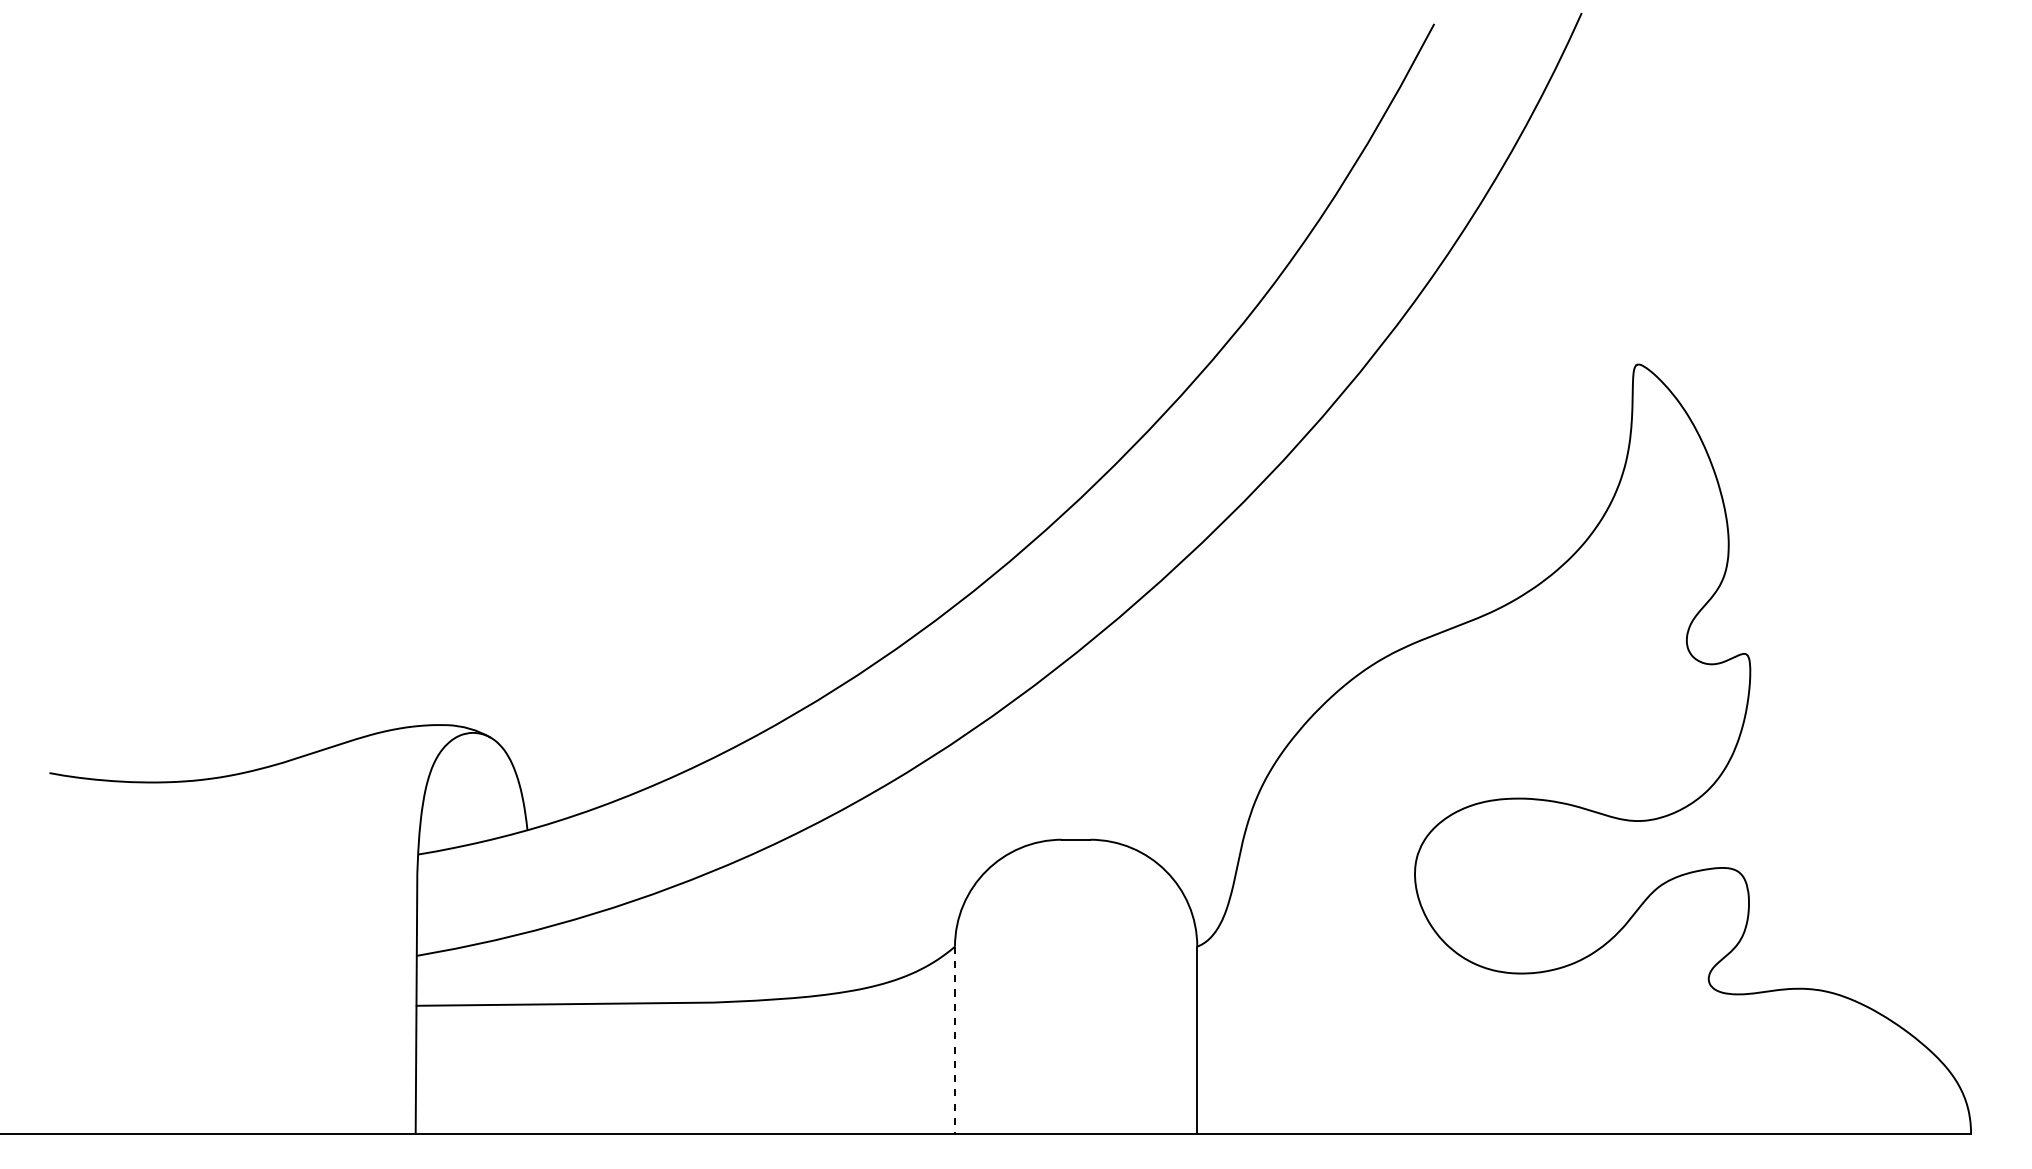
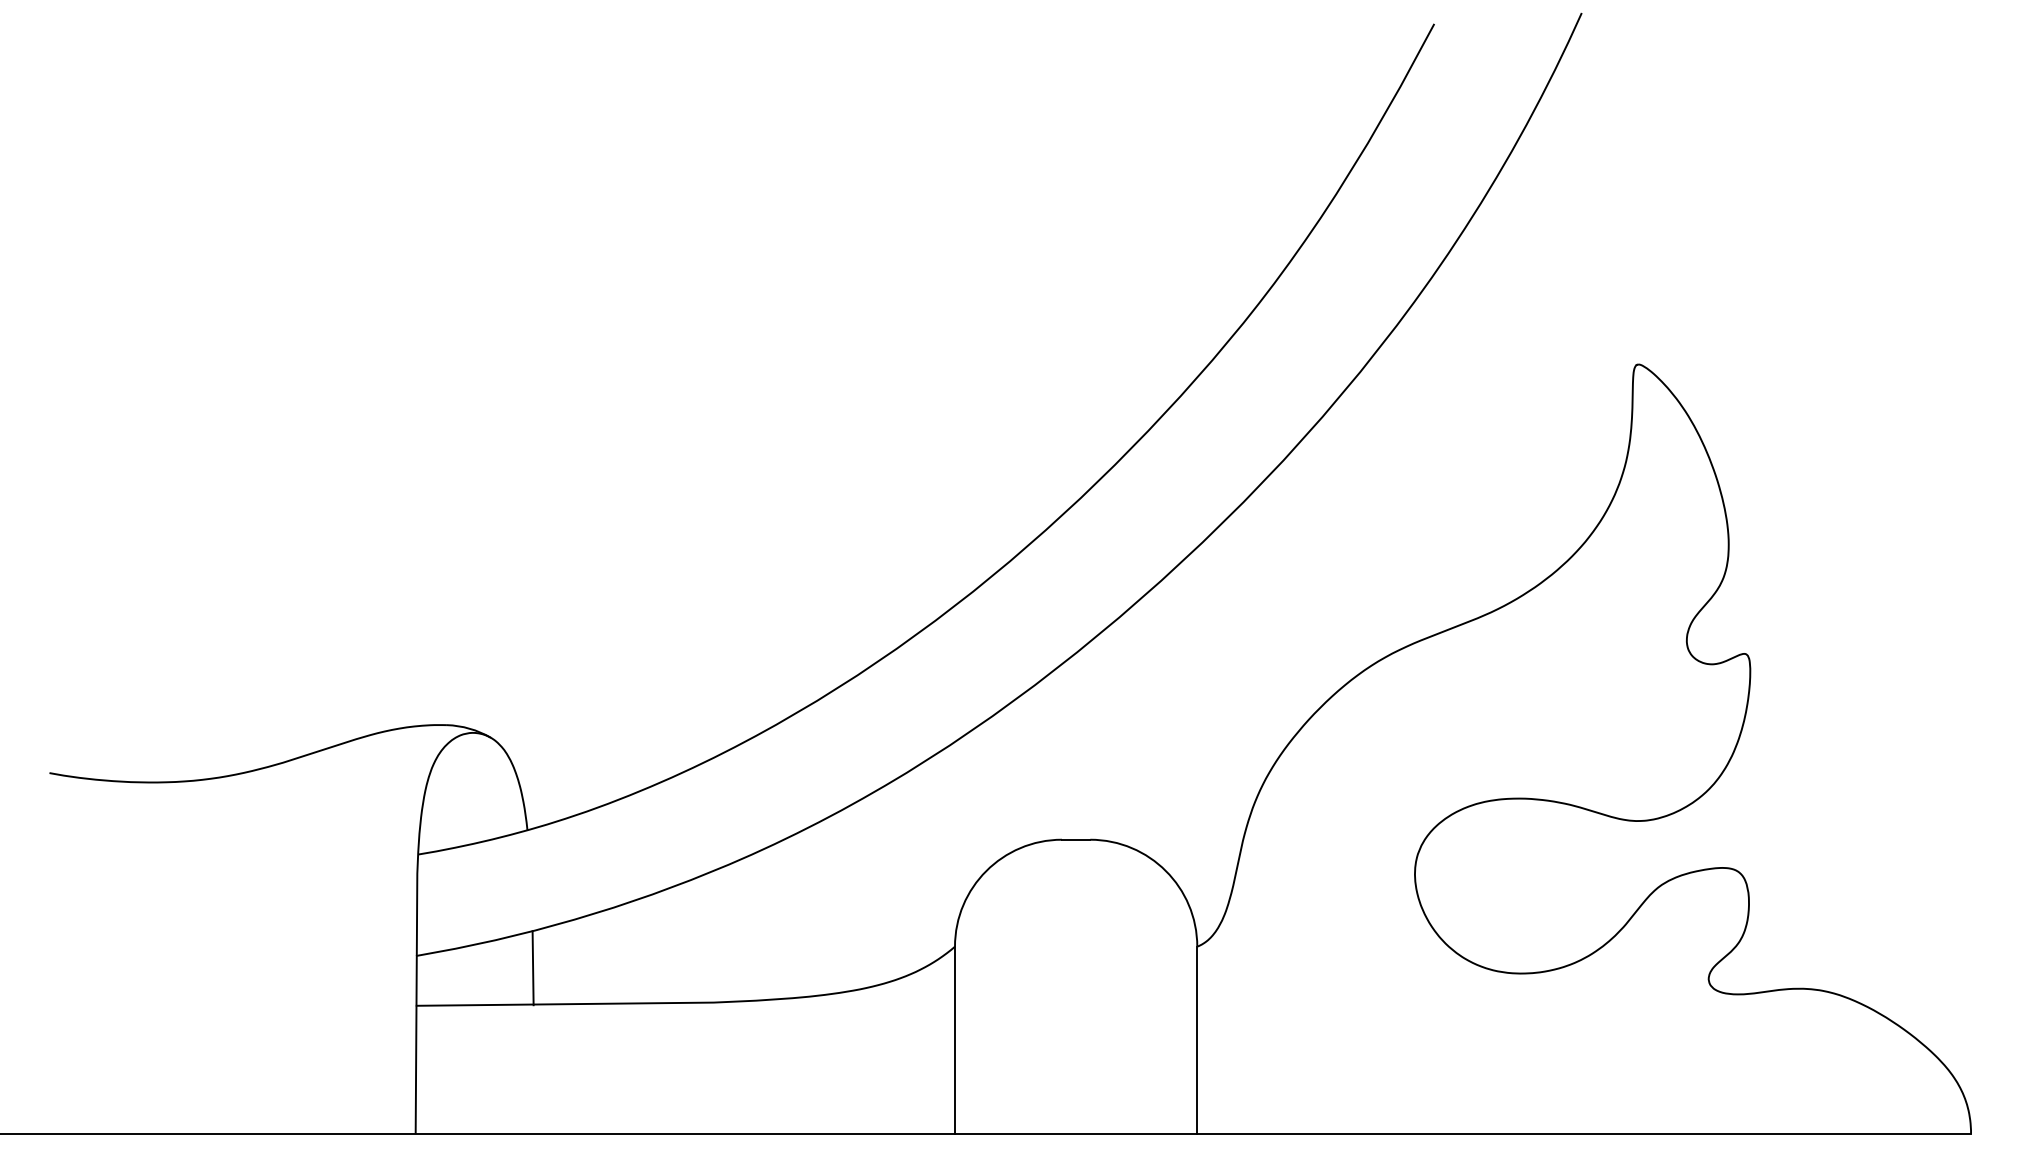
line at (532, 968): none -> present
line at (955, 1040): dashed -> solid
